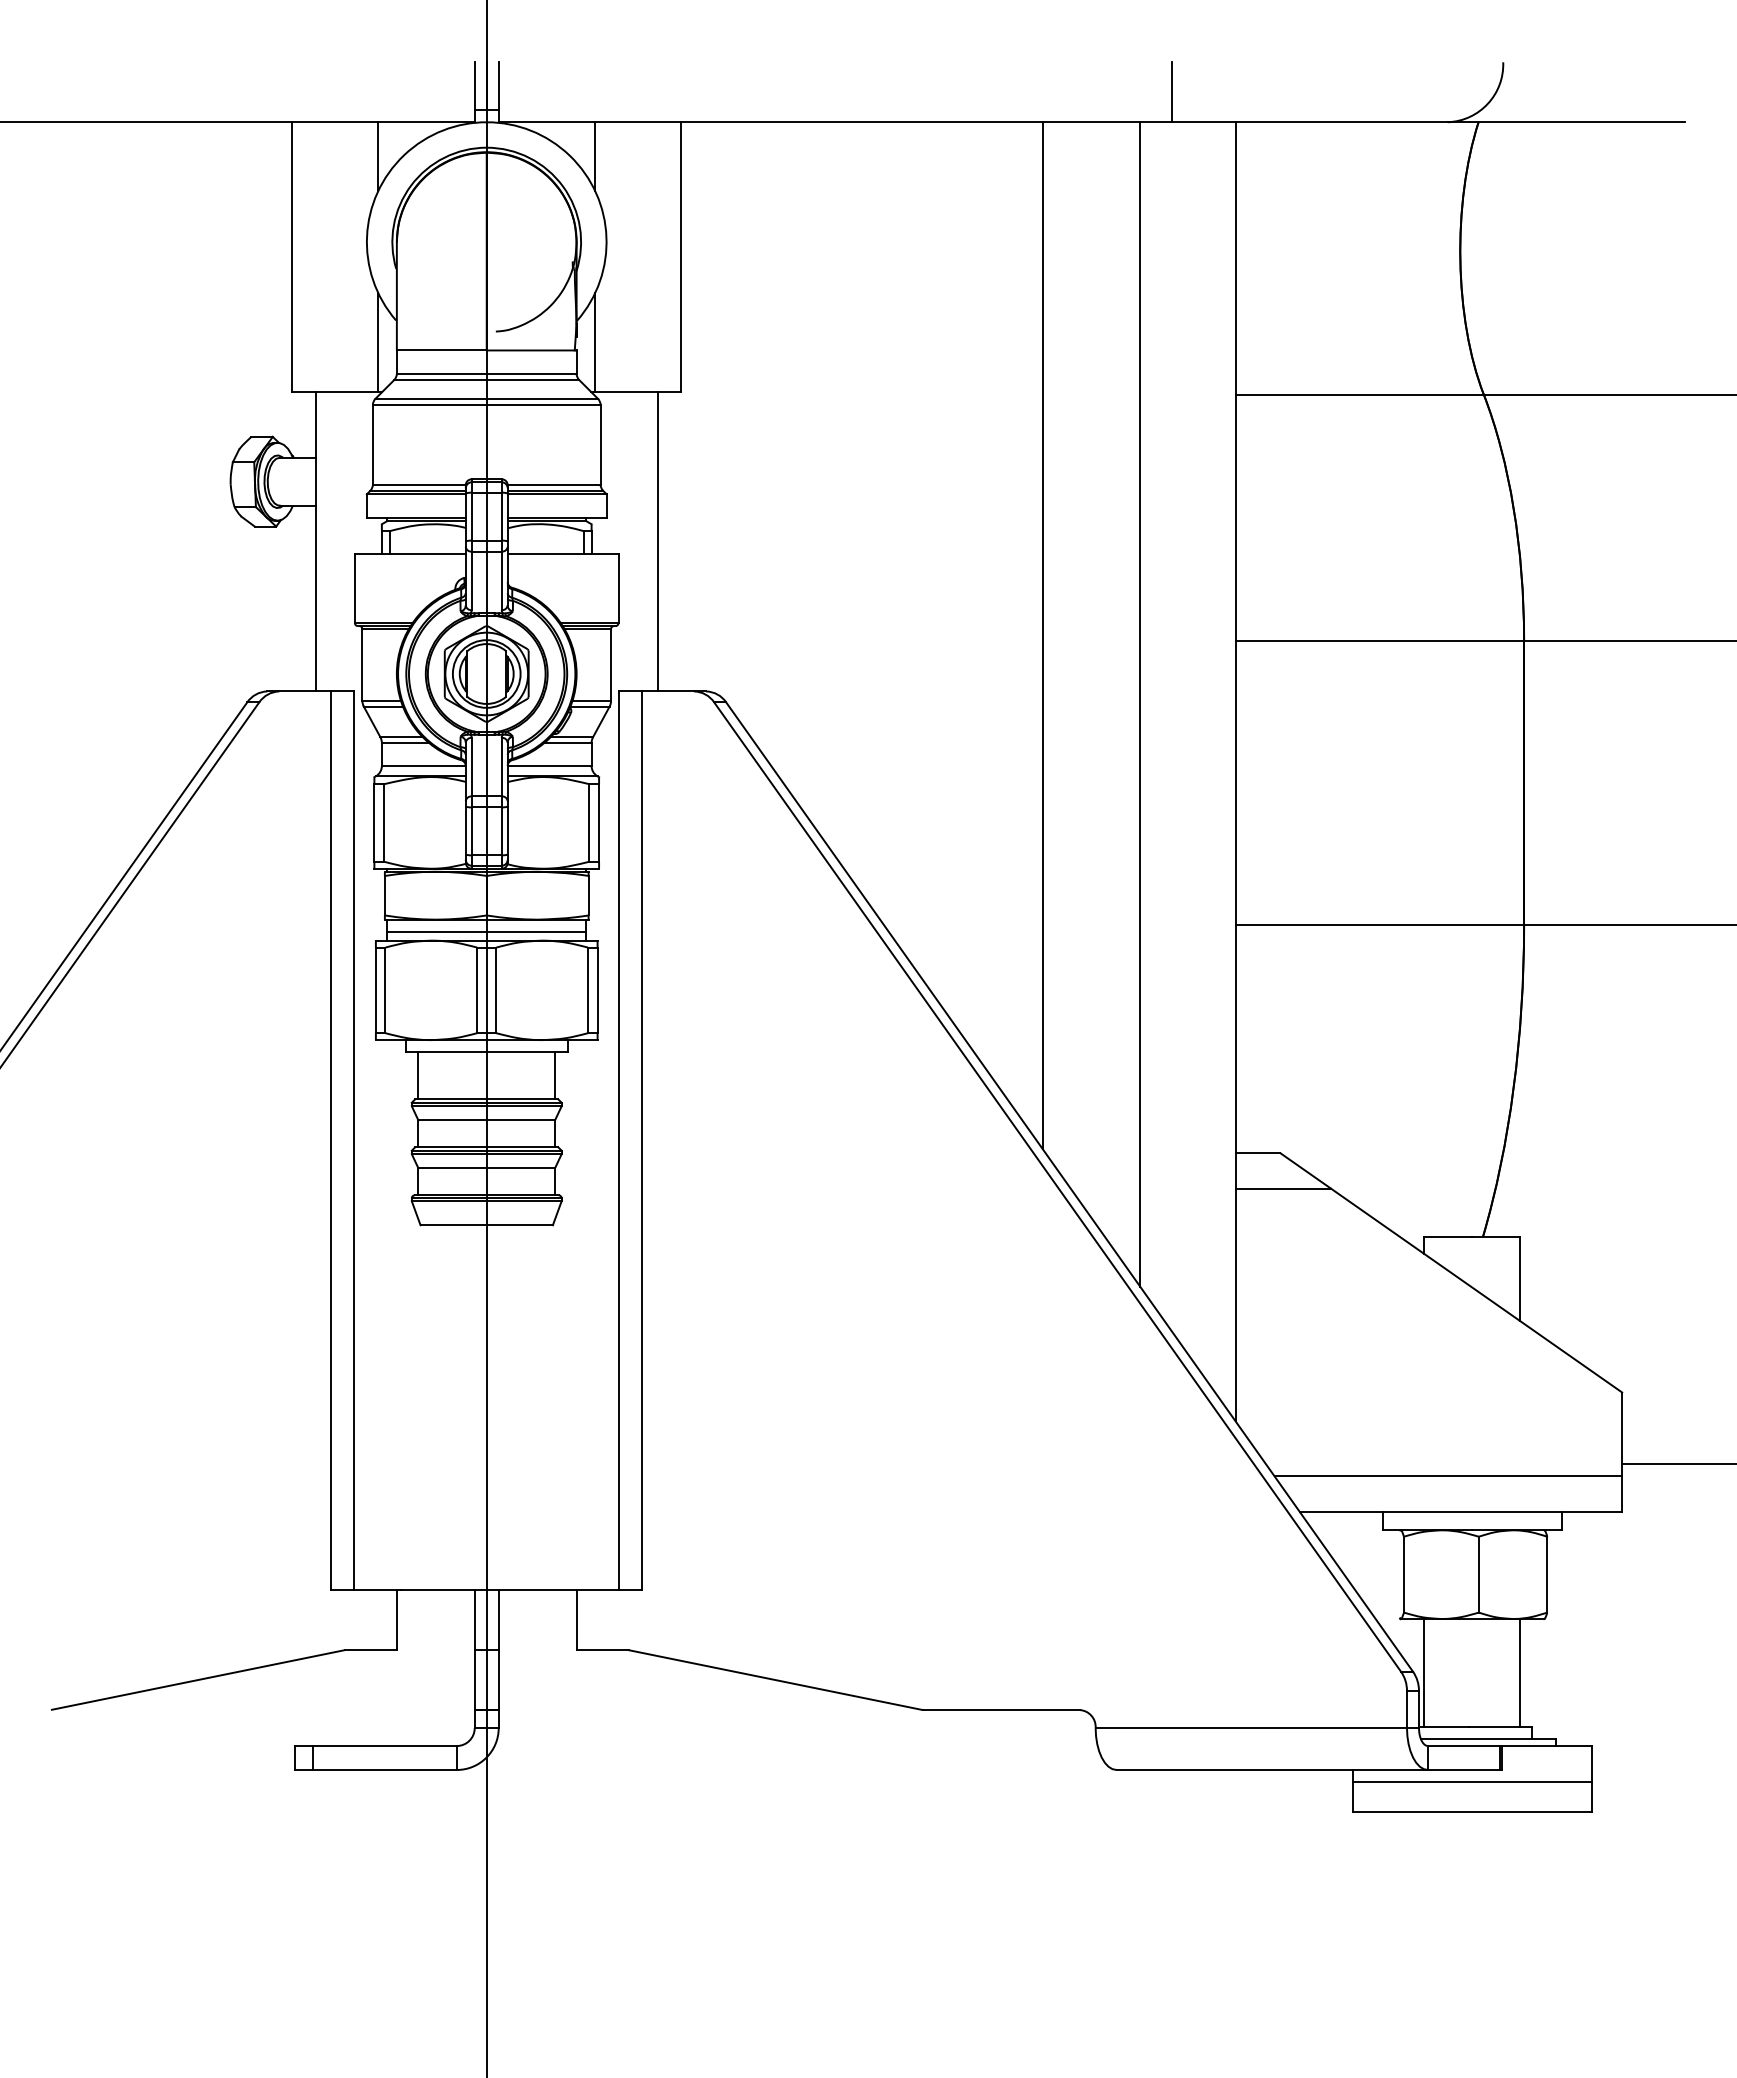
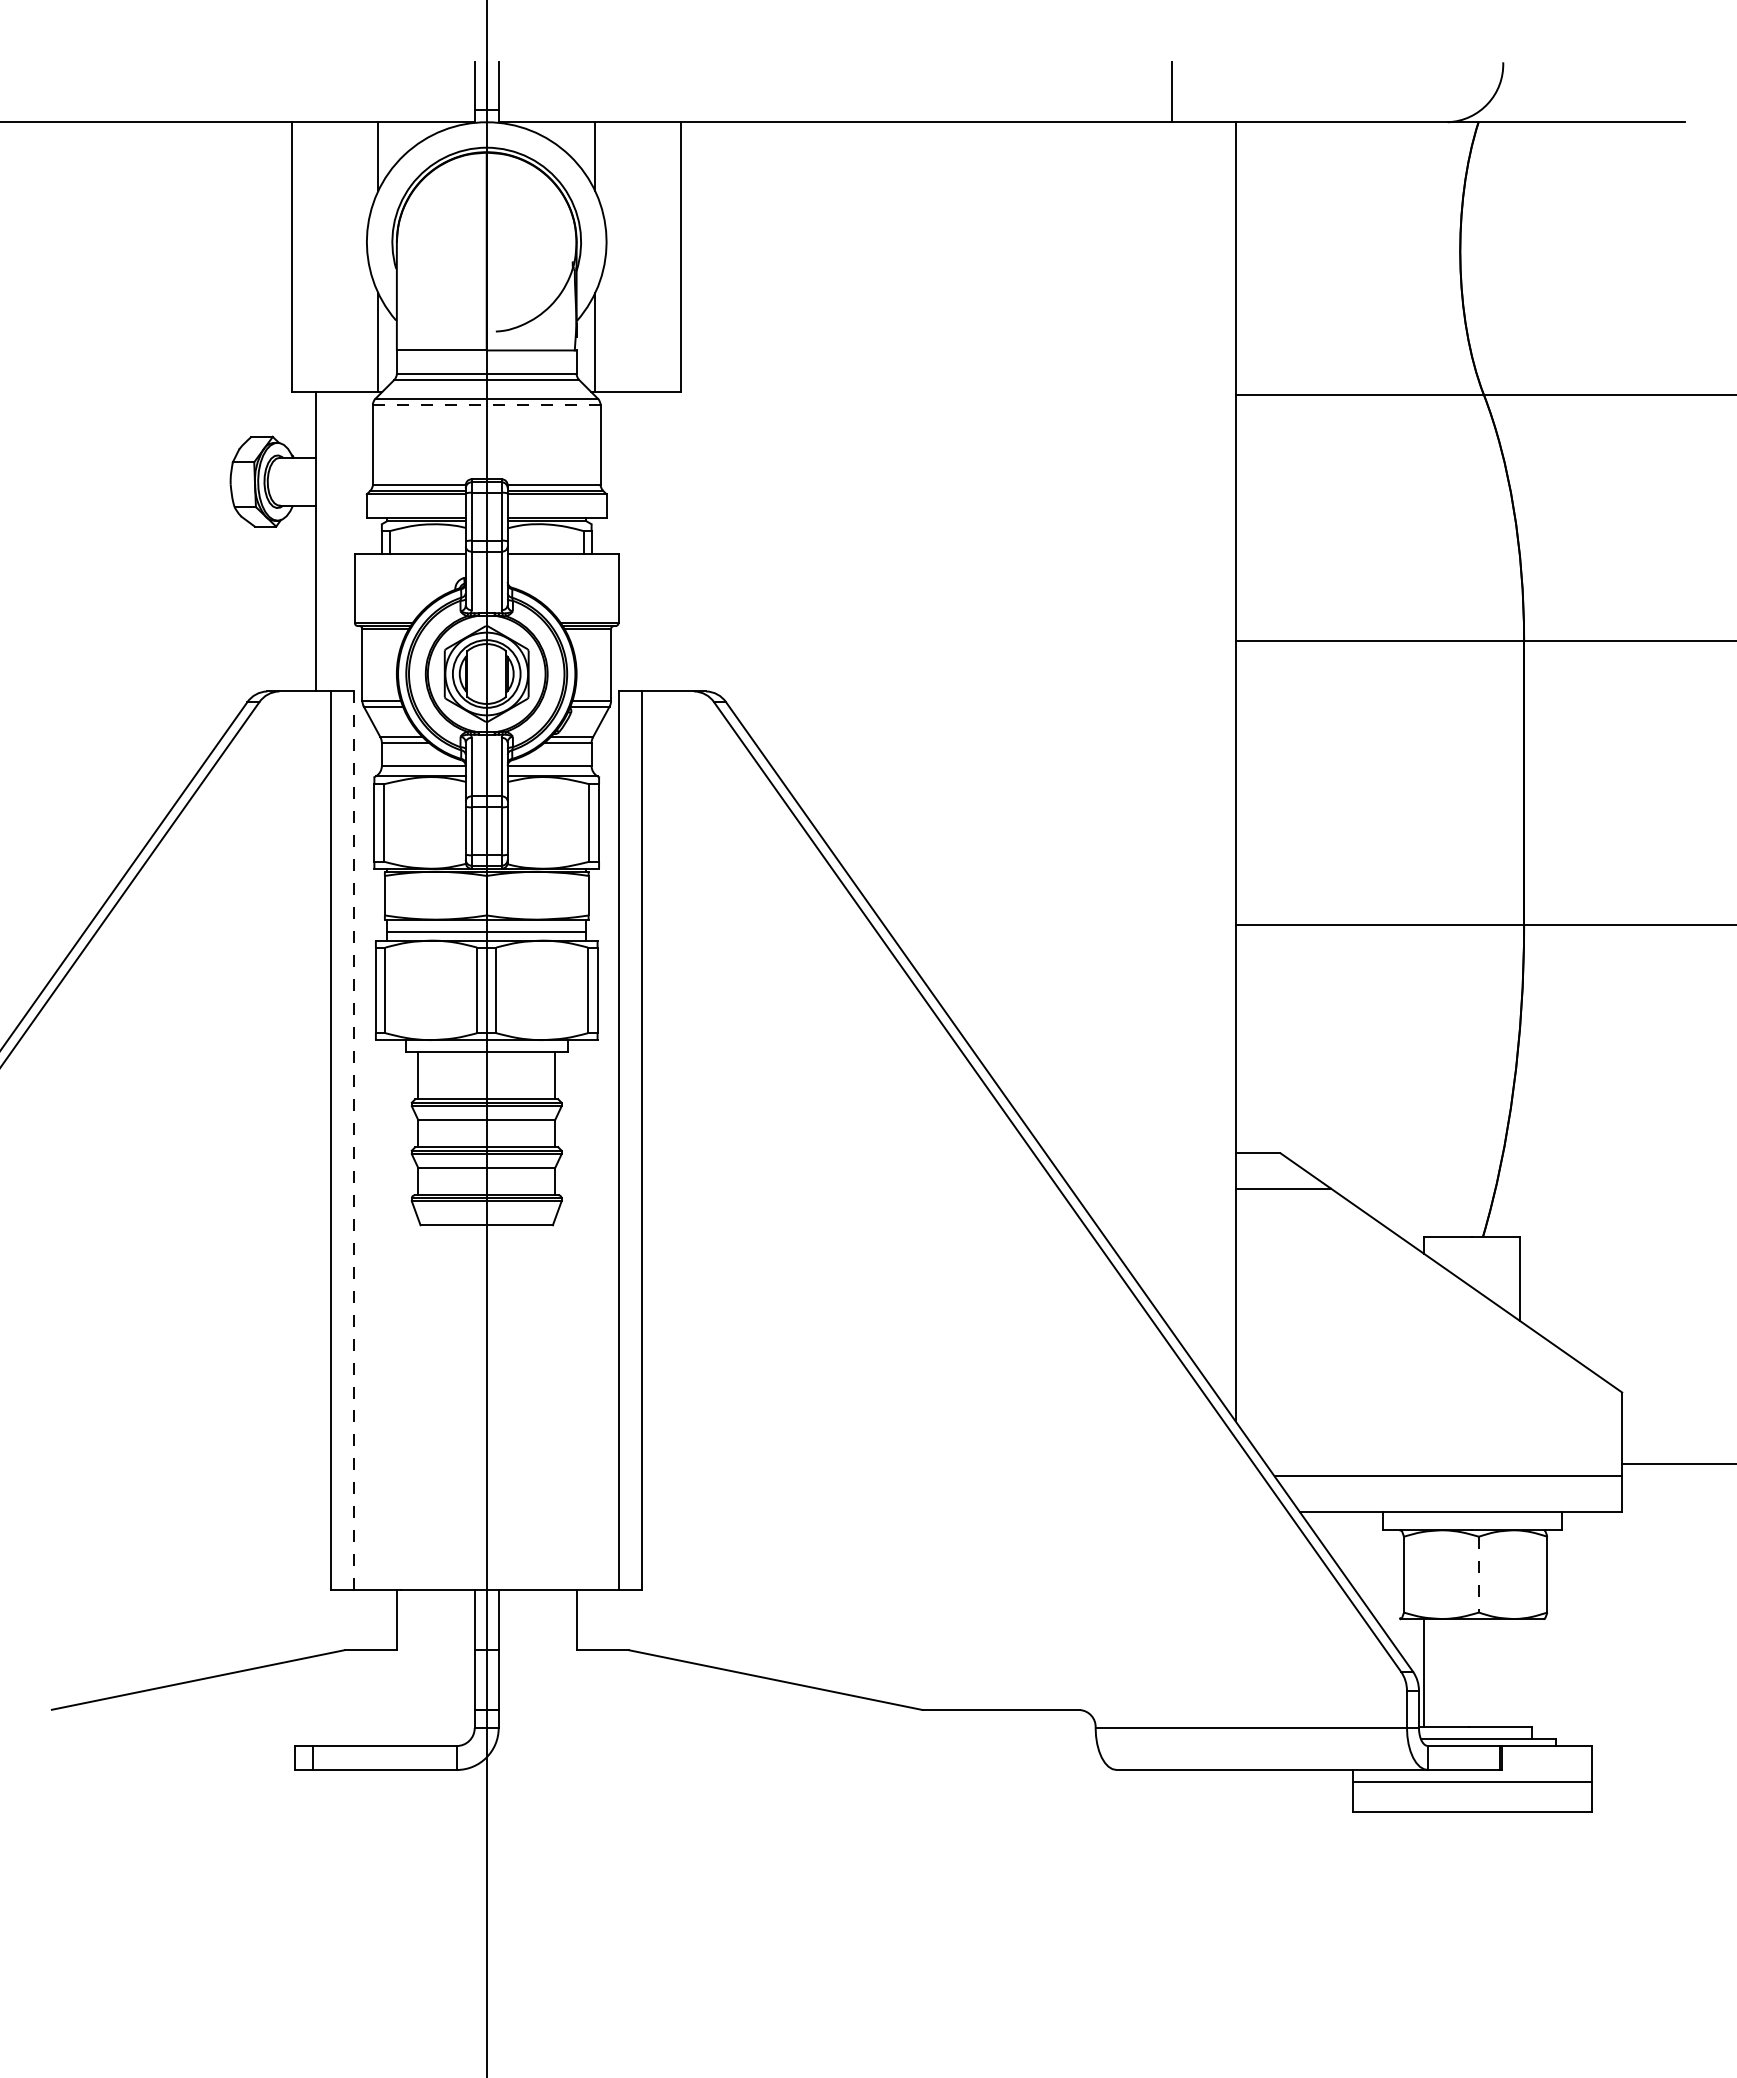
line at (486, 405): solid -> dashed
line at (657, 541): present -> none
line at (1042, 635): present -> none
line at (1140, 704): present -> none
line at (354, 1141): solid -> dashed
line at (1478, 1574): solid -> dashed
line at (1520, 1672): present -> none
